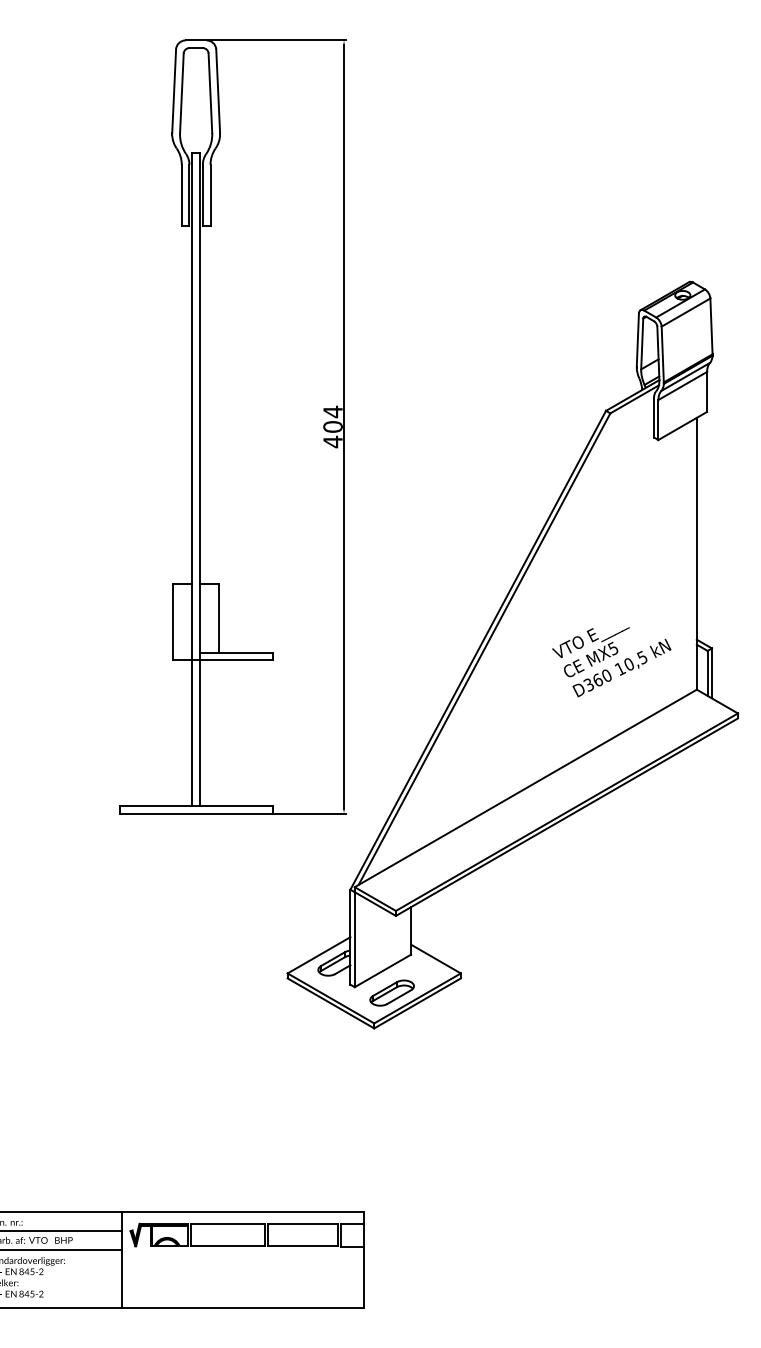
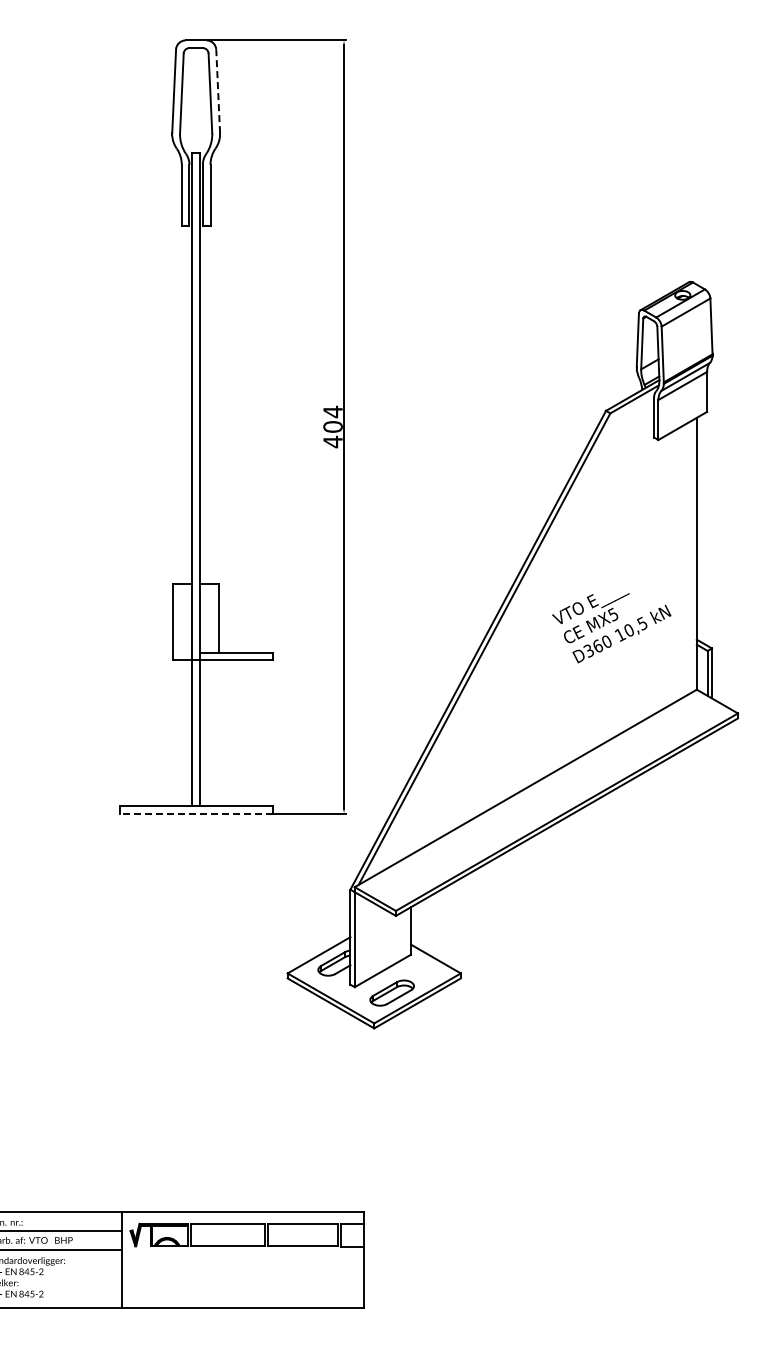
line at (218, 91): solid -> dashed
text at (611, 662) position: (611, 662) -> (611, 628)
line at (196, 813): solid -> dashed
